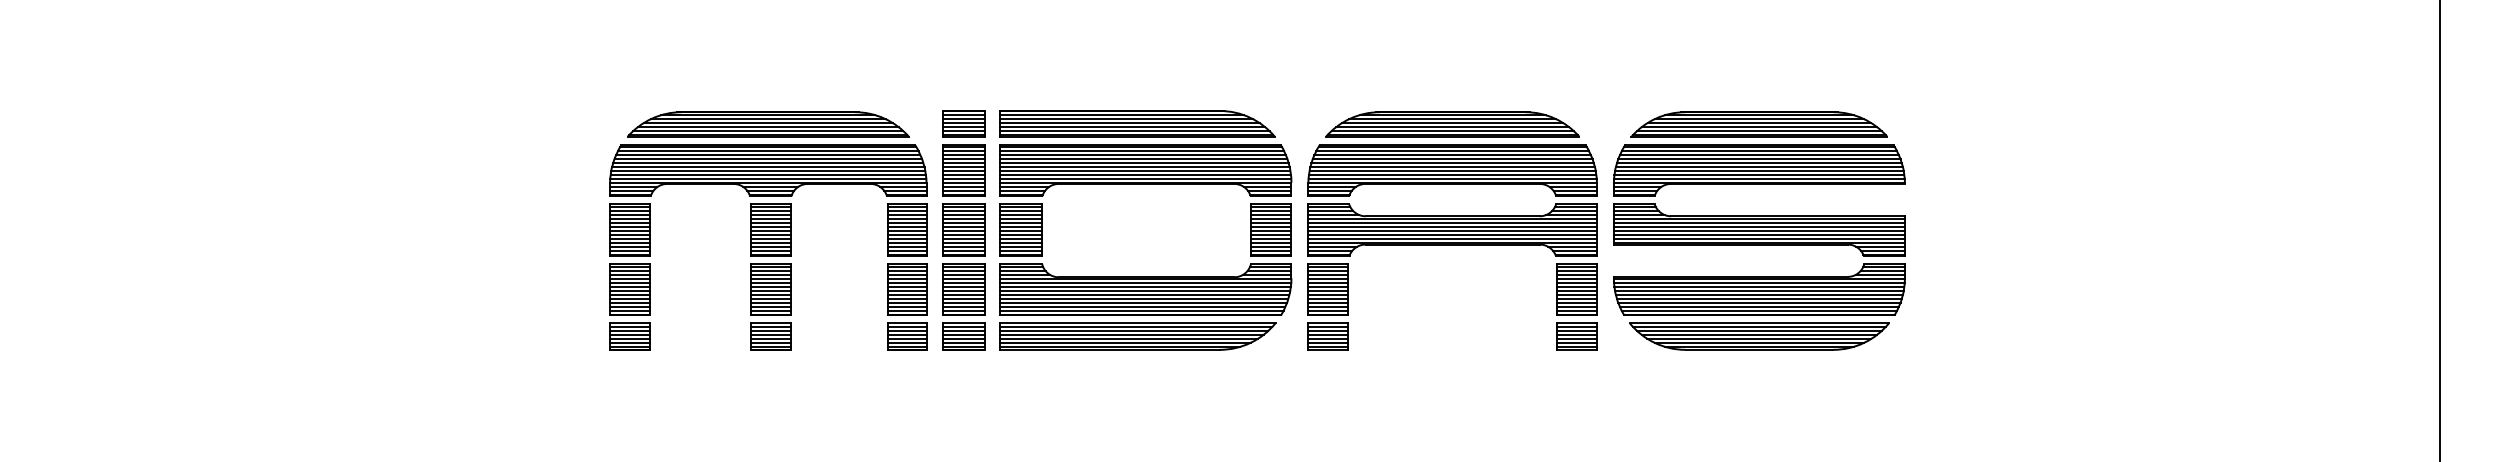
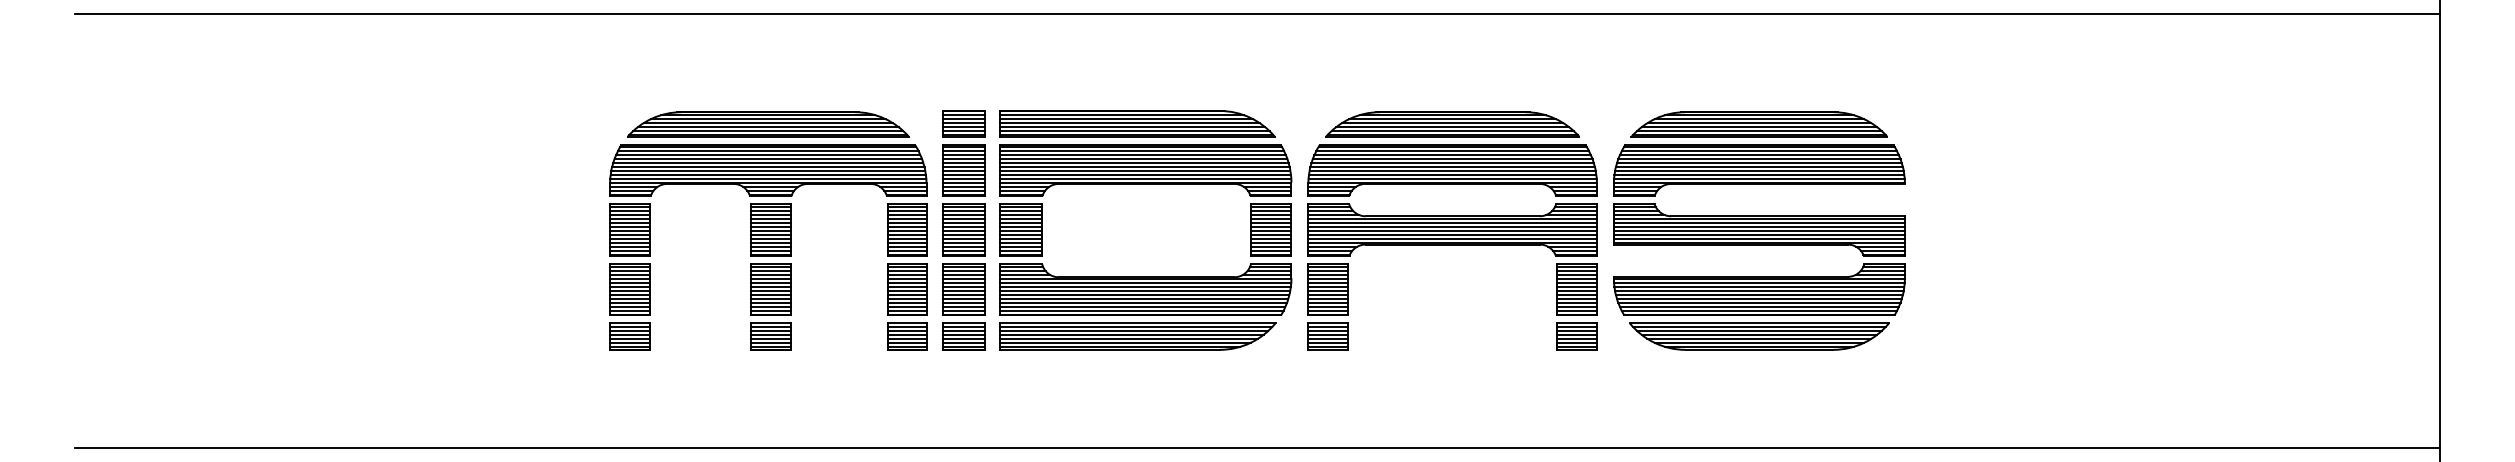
line at (1257, 14): none -> present
line at (1257, 447): none -> present
